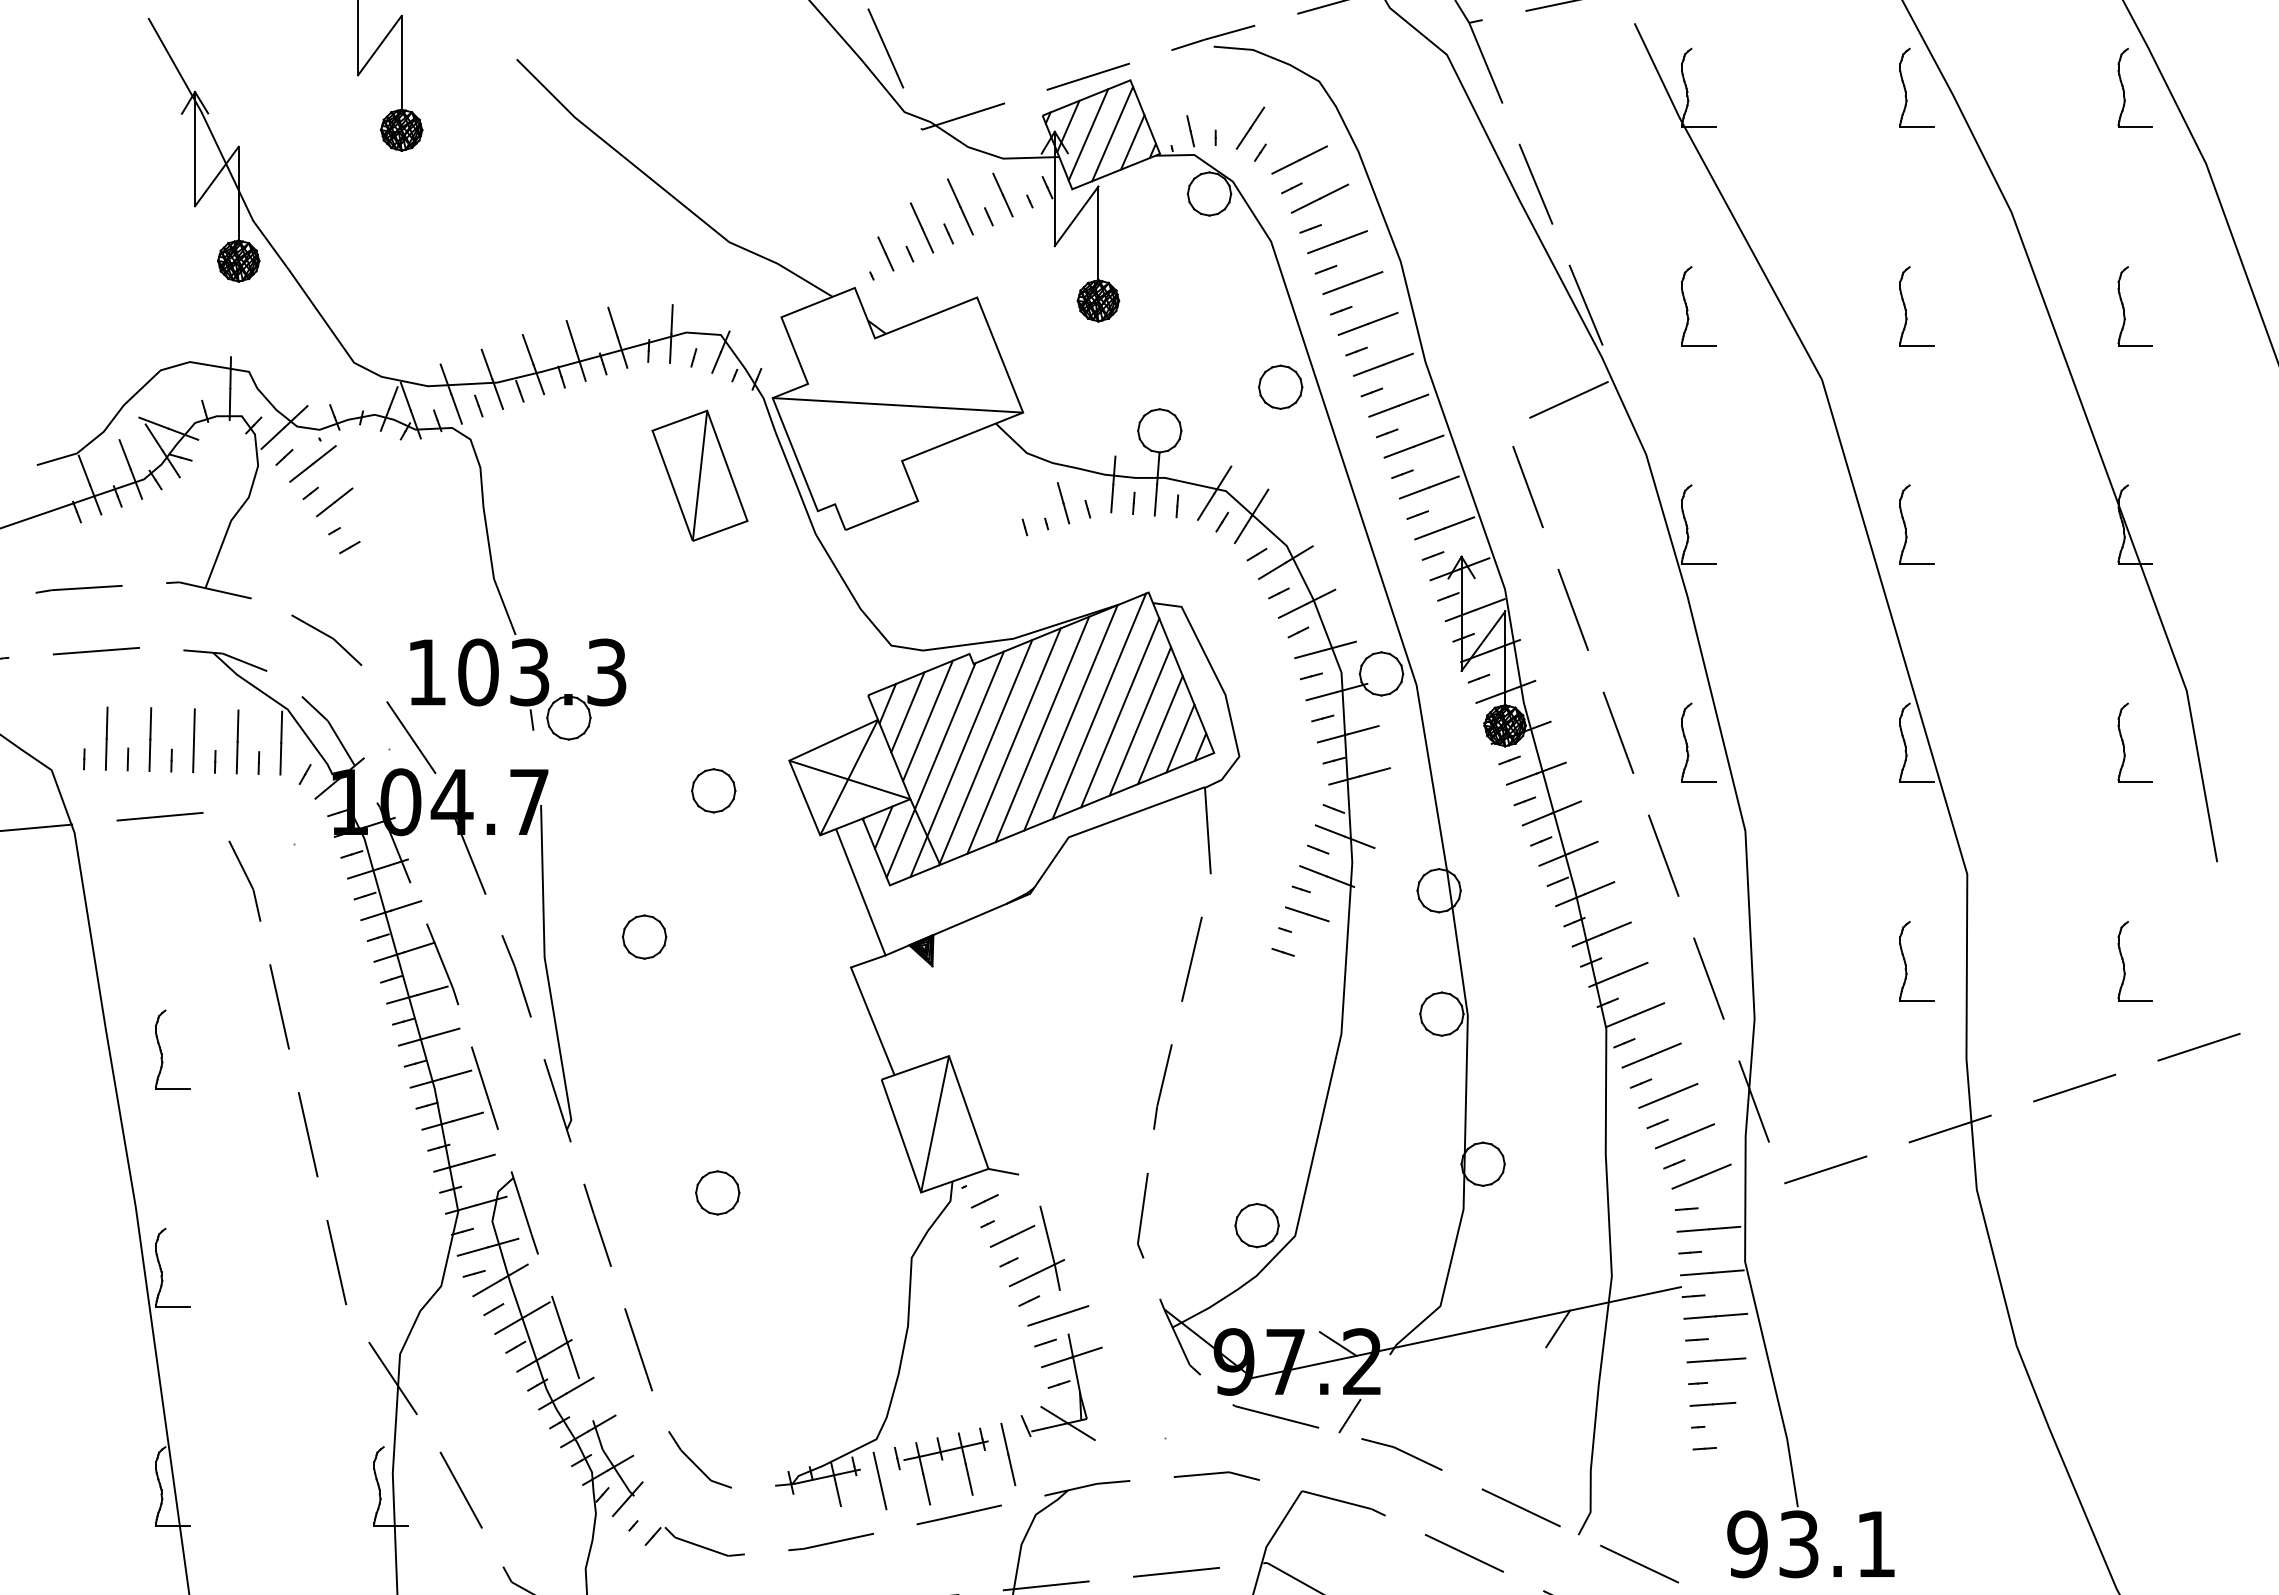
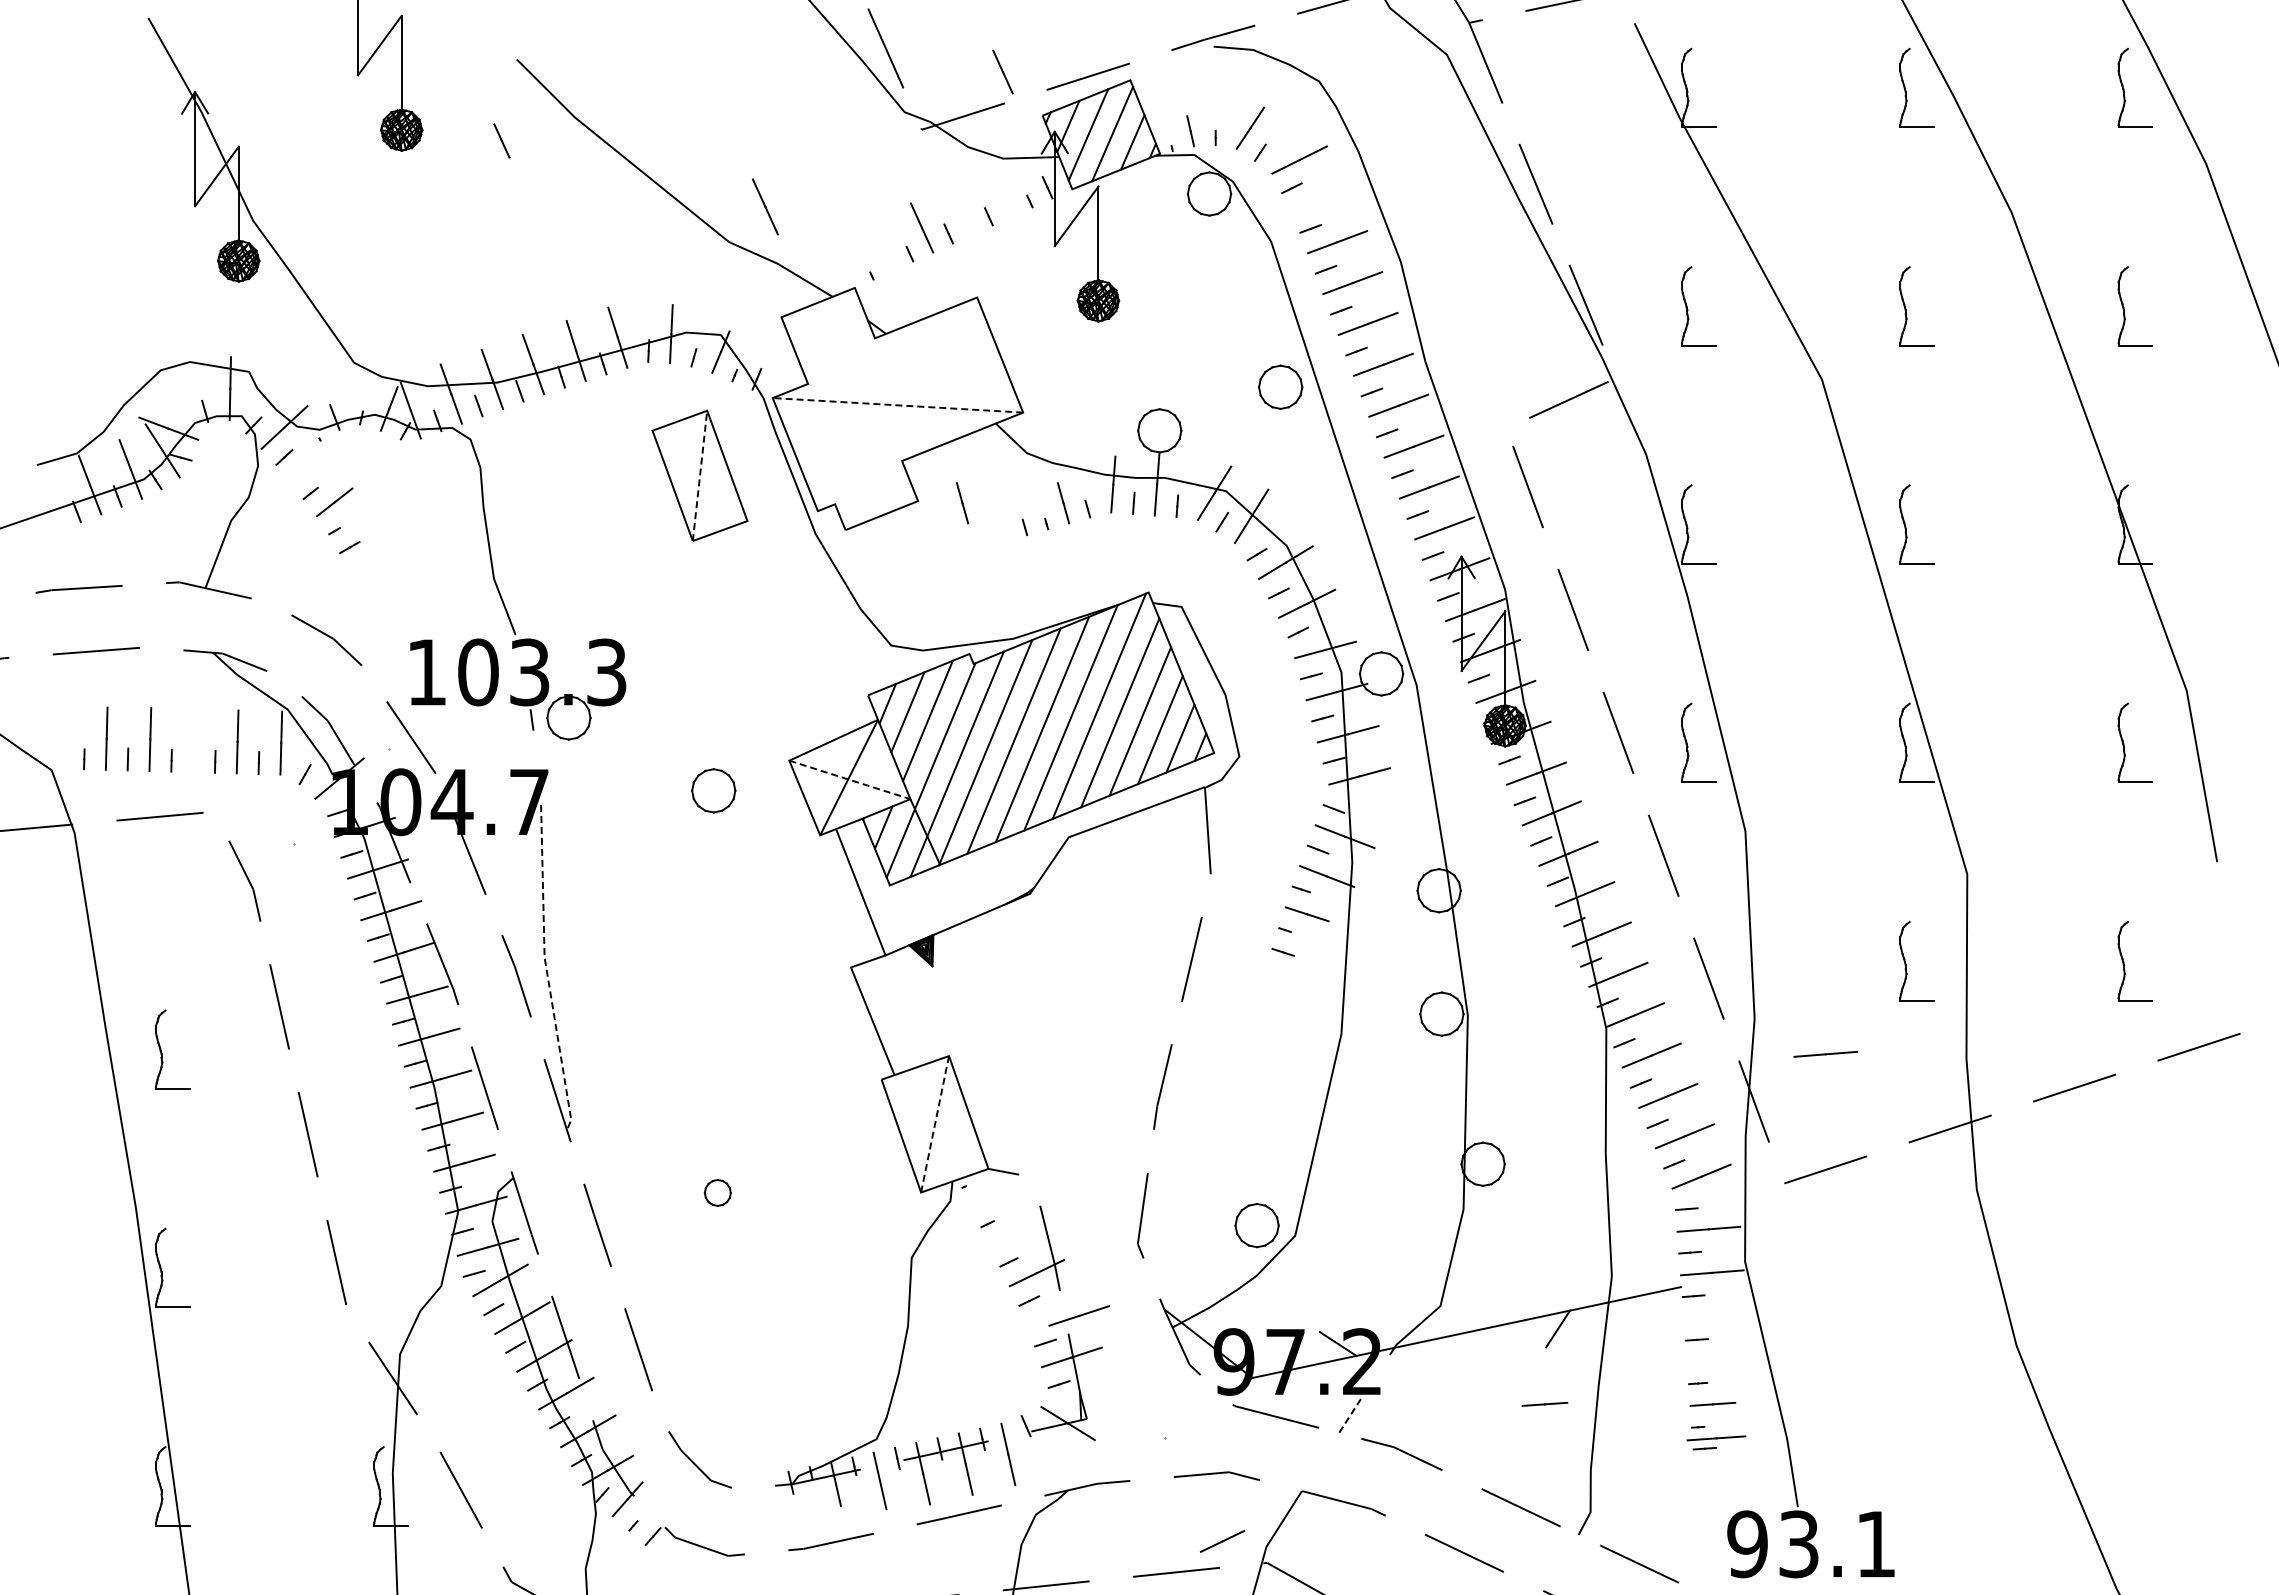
line at (1002, 194) position: (1002, 194) -> (1002, 71)
line at (1319, 198): present -> none
line at (960, 206) position: (960, 206) -> (765, 206)
line at (885, 253) position: (885, 253) -> (501, 140)
line at (897, 405): solid -> dashed
line at (312, 463): present -> none
line at (700, 475): solid -> dashed
line at (962, 503): none -> present
line at (193, 740): present -> none
line at (849, 779): solid -> dashed
part at (644, 936): present -> none
line at (546, 969): solid -> dashed
line at (935, 1124): solid -> dashed
part at (717, 1192) size: 46x46 px -> 29x28 px
line at (984, 1201): present -> none
line at (1012, 1235) position: (1012, 1235) -> (1222, 1540)
line at (1058, 1315) position: (1058, 1315) -> (1079, 1315)
line at (1715, 1315) position: (1715, 1315) -> (1825, 1053)
line at (1716, 1360) position: (1716, 1360) -> (1716, 1438)
line at (1544, 1403): none -> present
line at (1350, 1415): solid -> dashed
